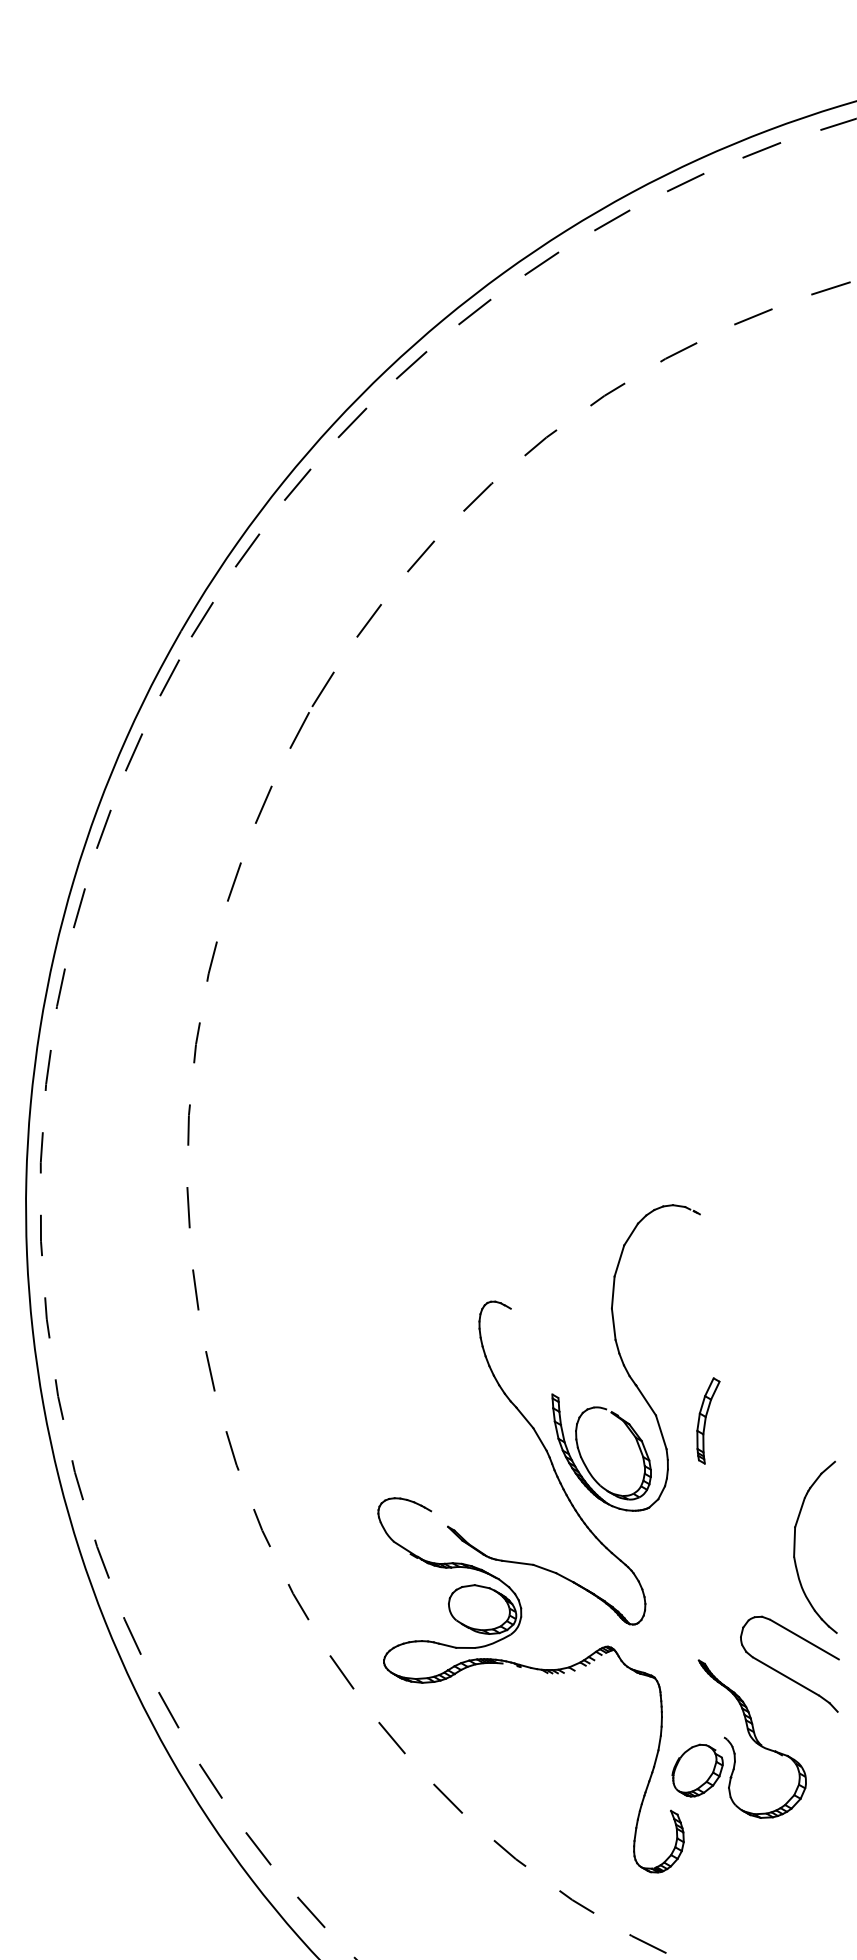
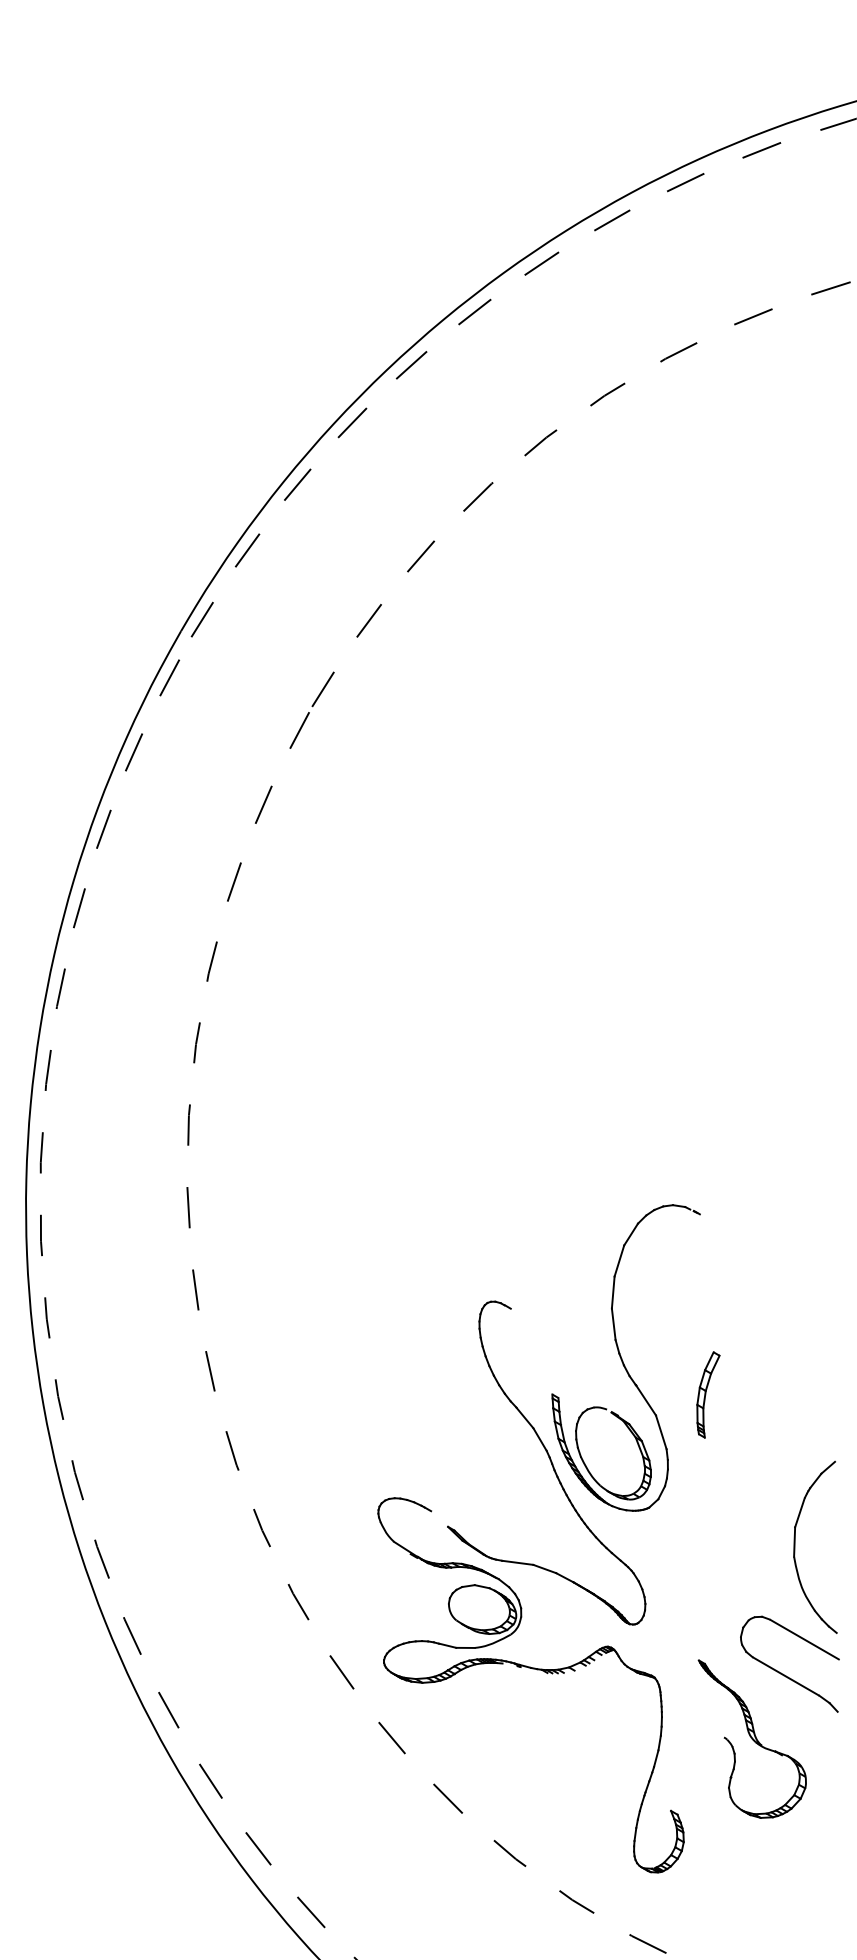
part at (708, 1420) position: (708, 1420) -> (708, 1394)
part at (697, 1770): present -> none
